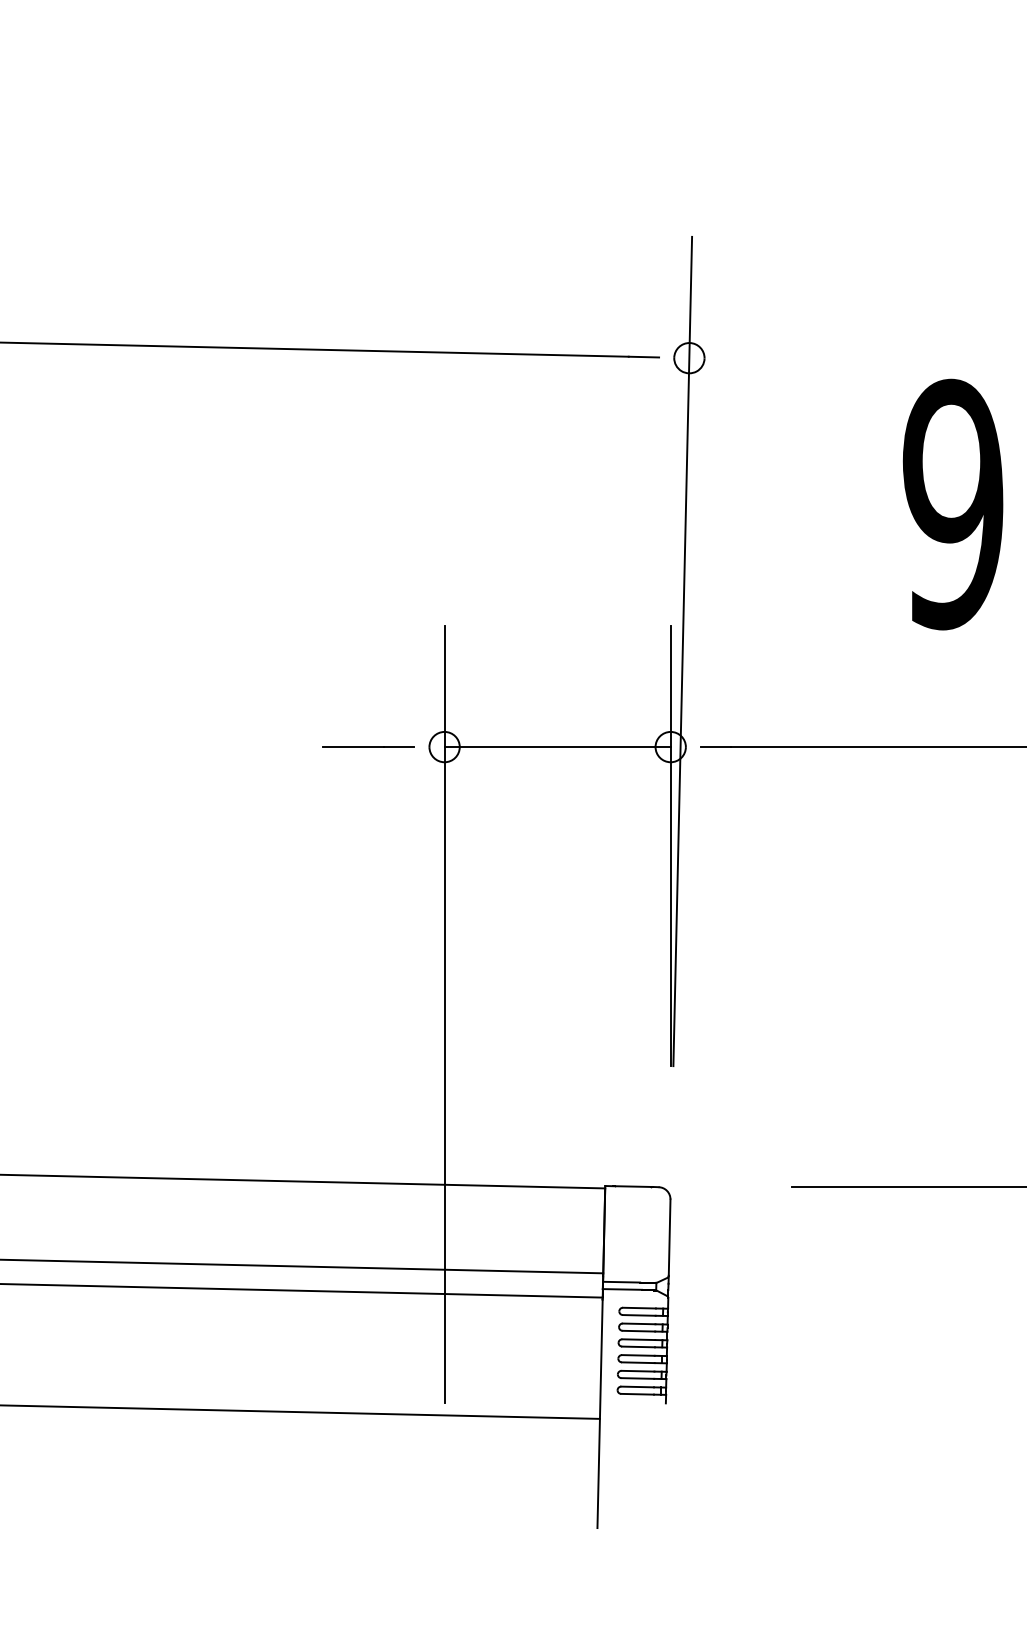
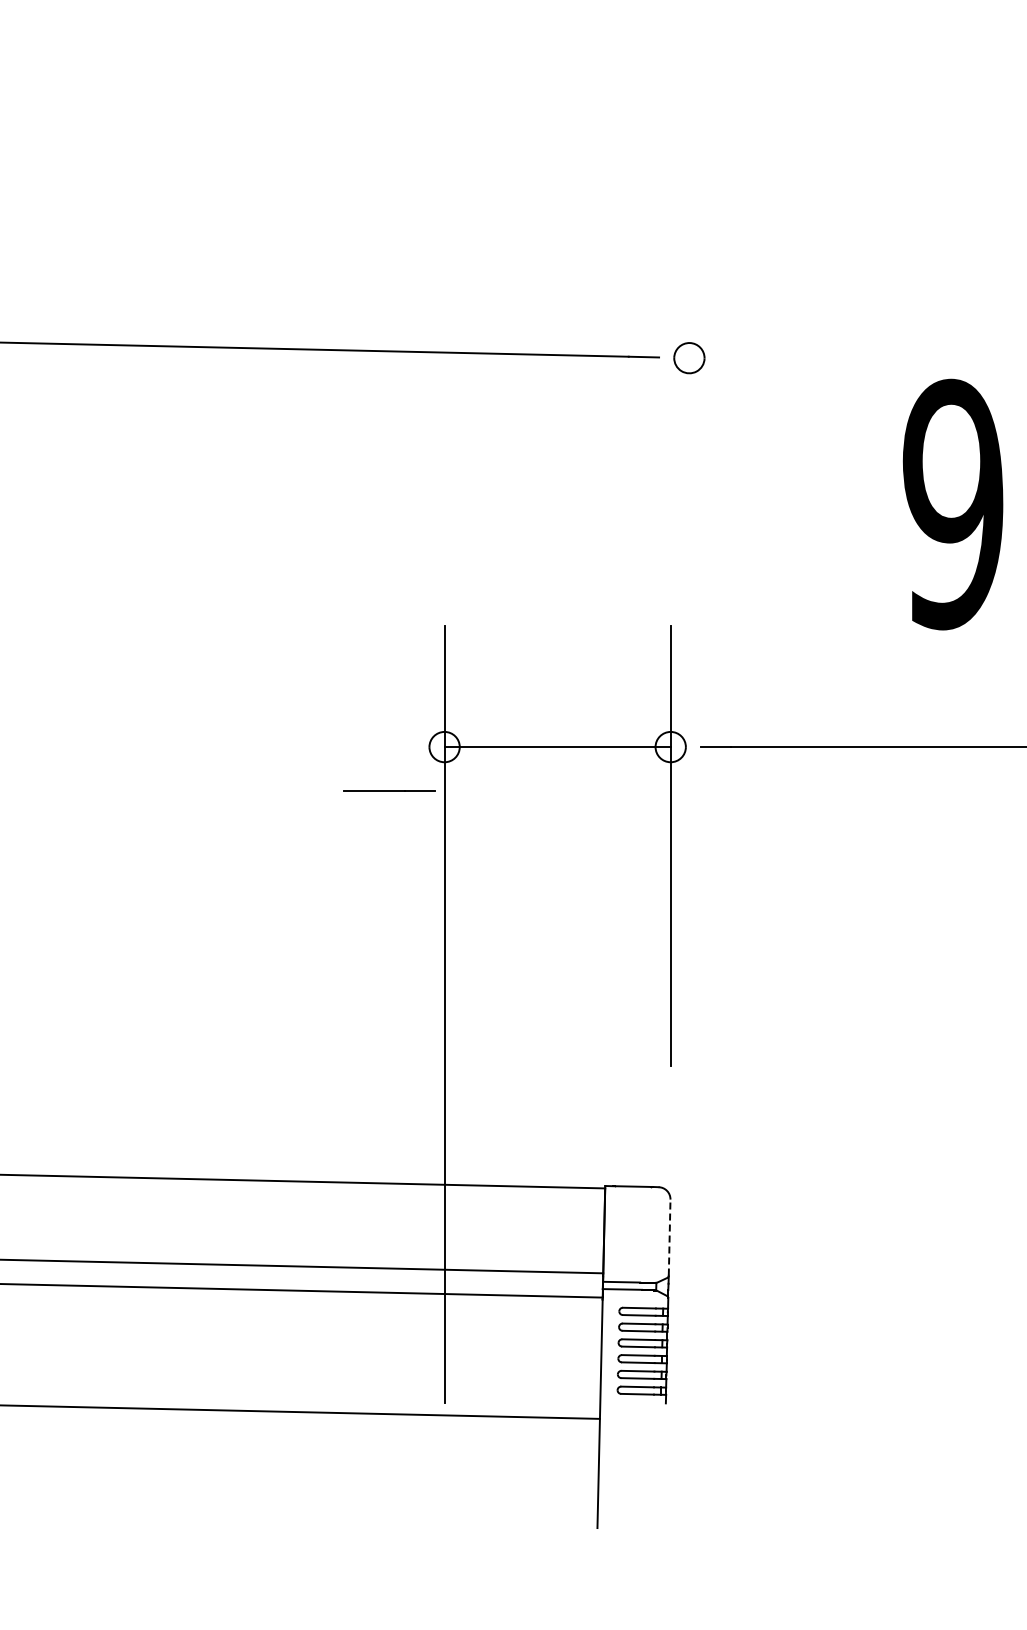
line at (682, 651): present -> none
line at (368, 746) position: (368, 746) -> (389, 790)
line at (907, 1187): present -> none
line at (669, 1237): solid -> dashed
